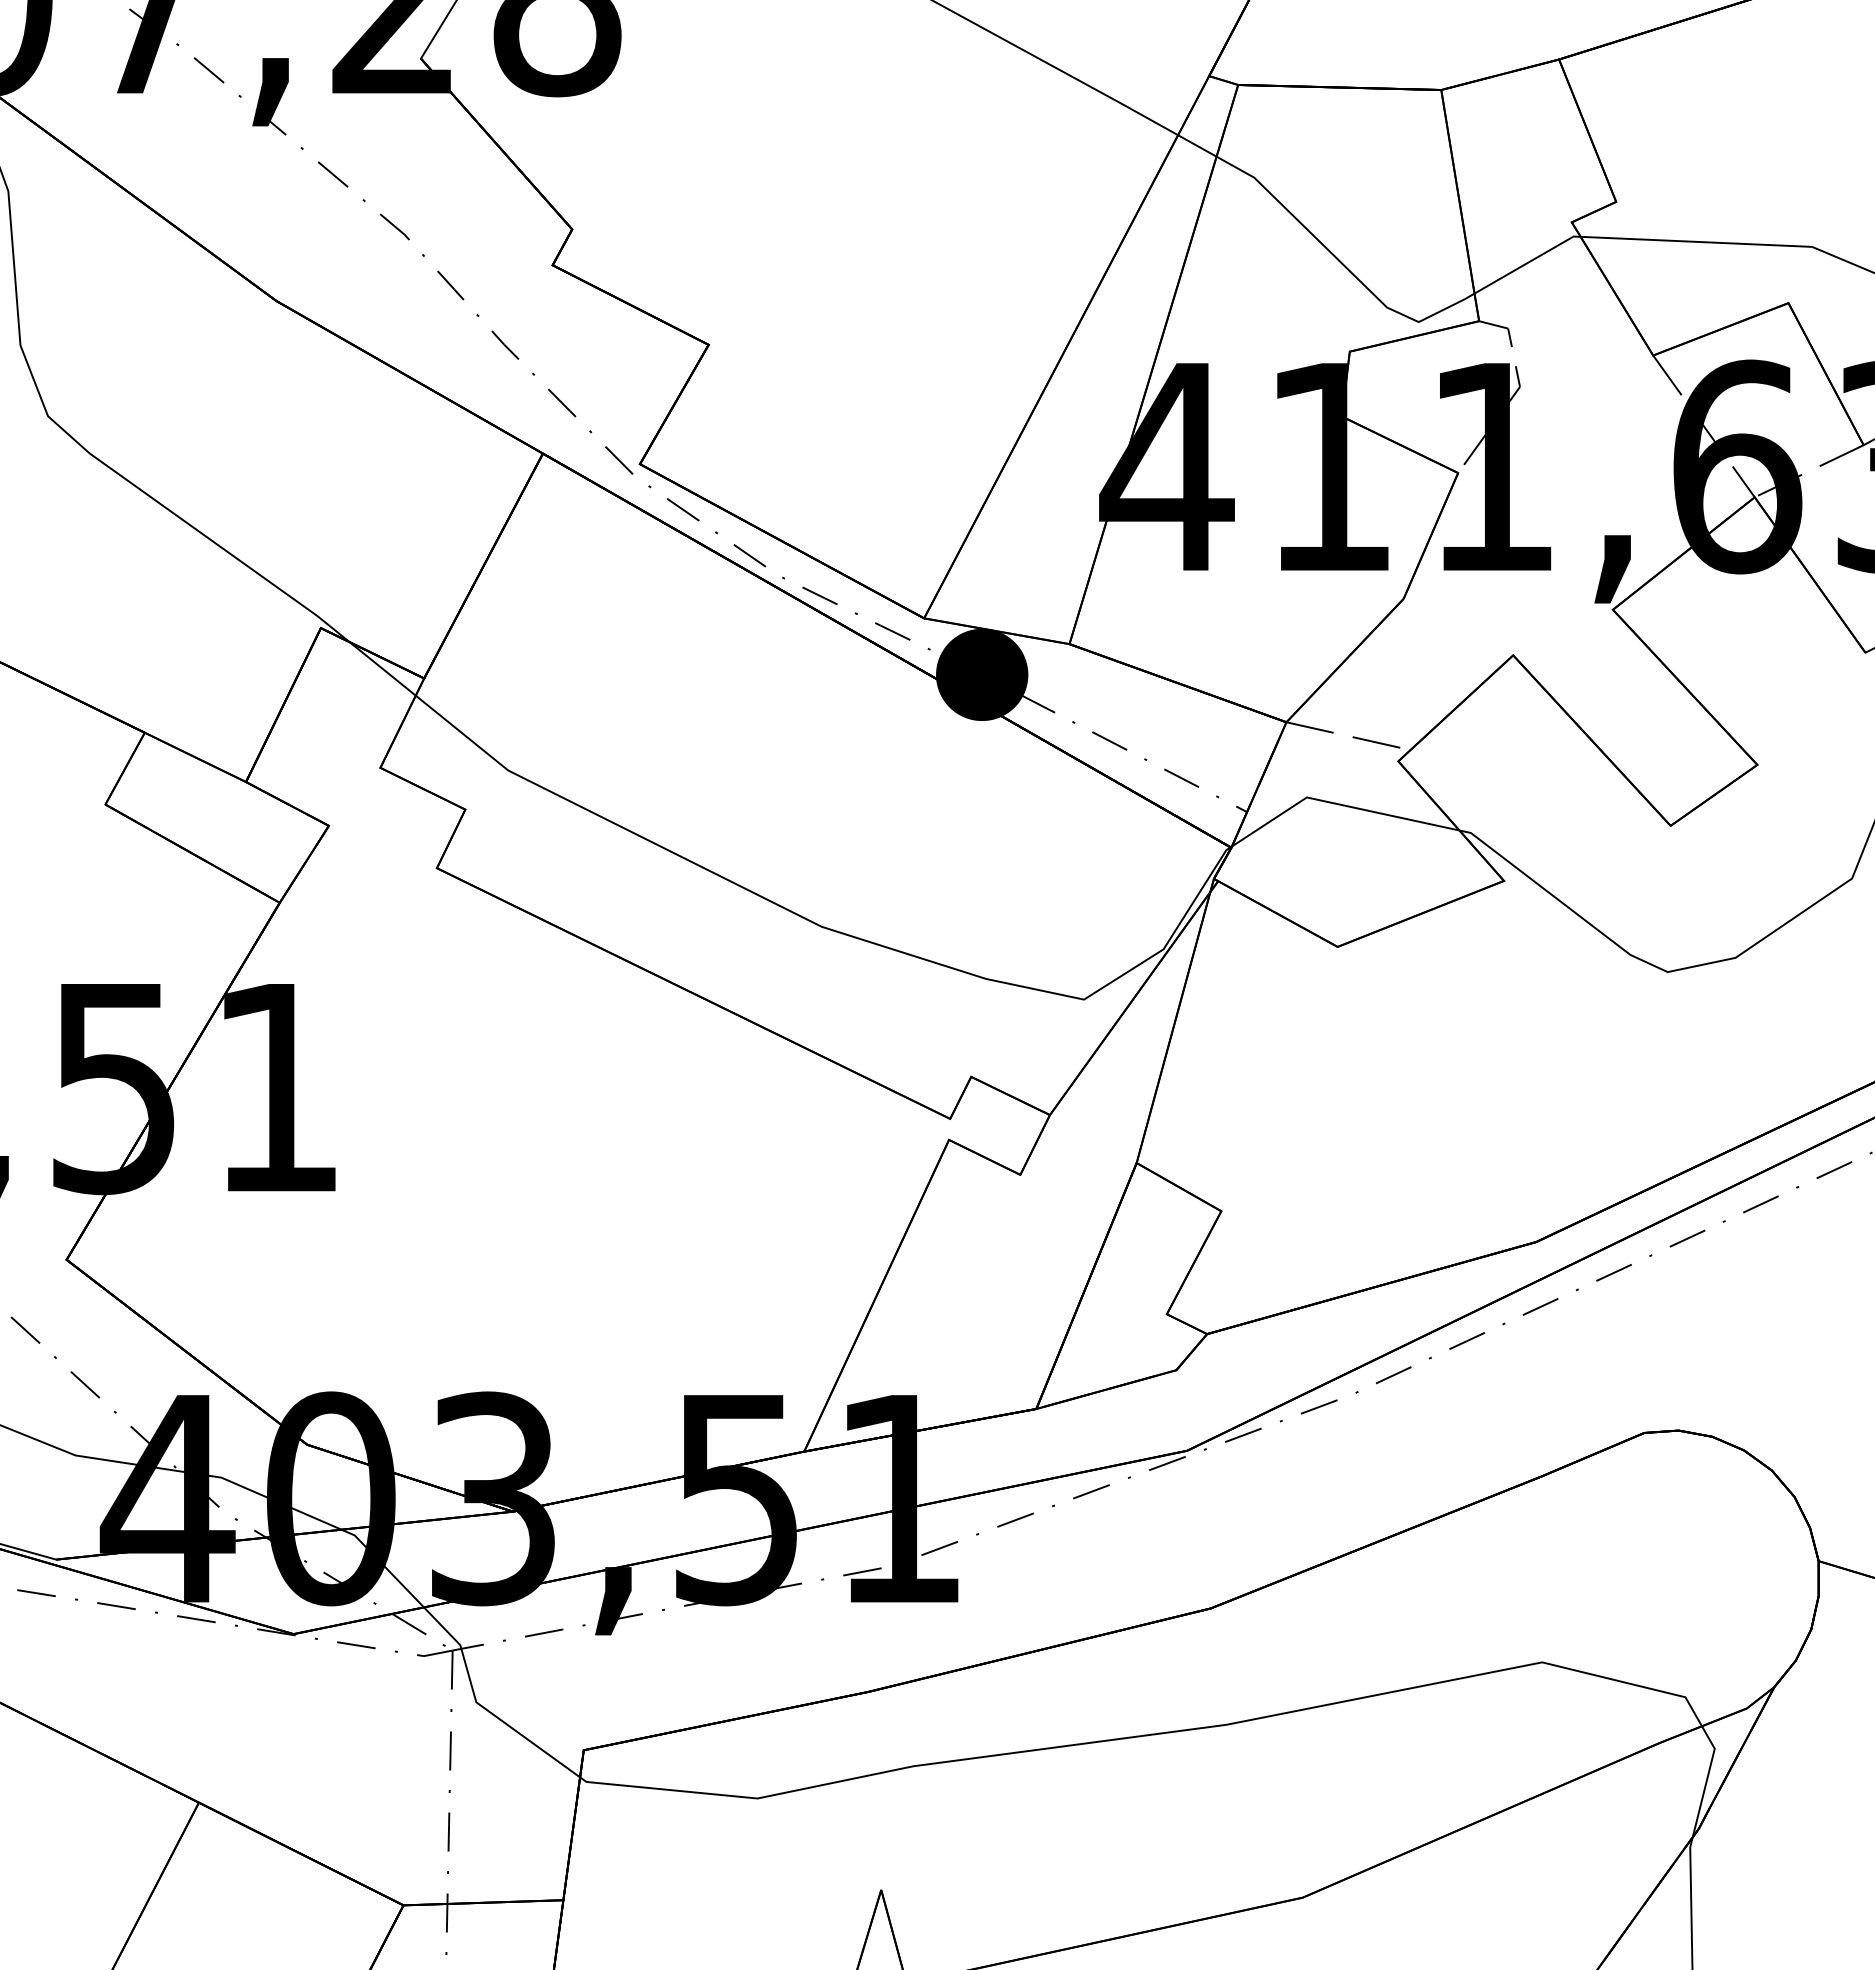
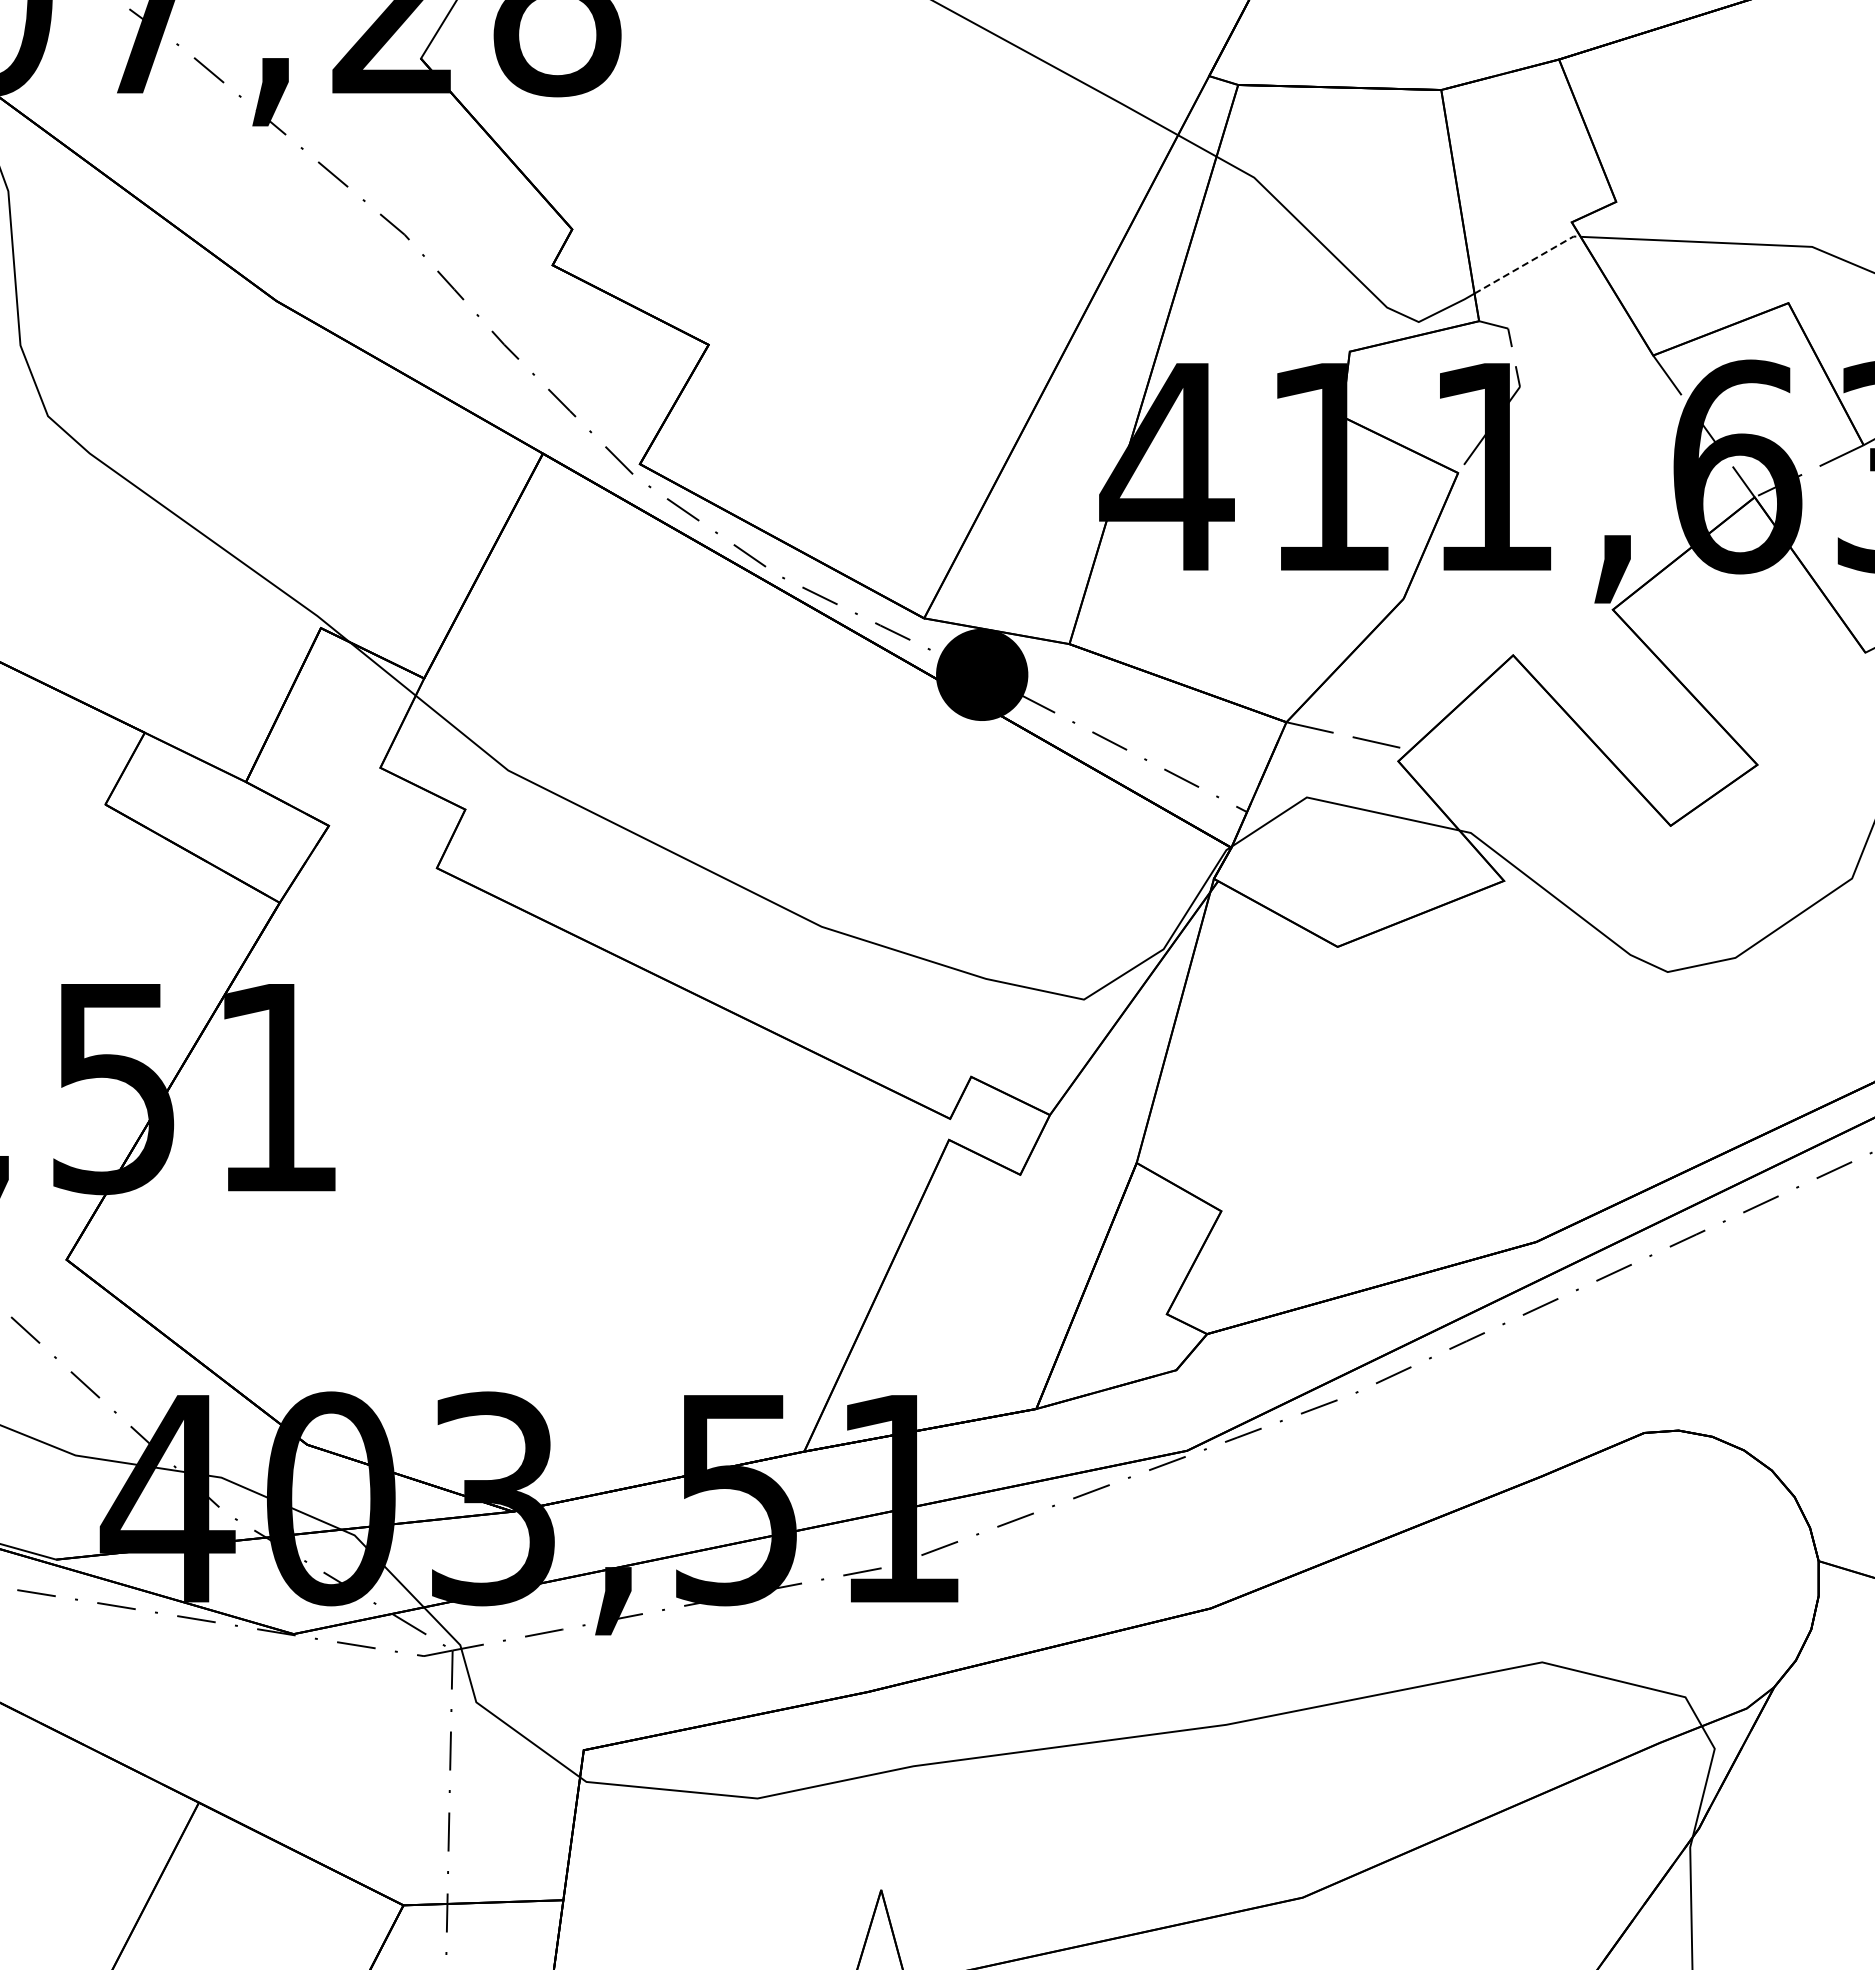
line at (1527, 262): solid -> dashed
